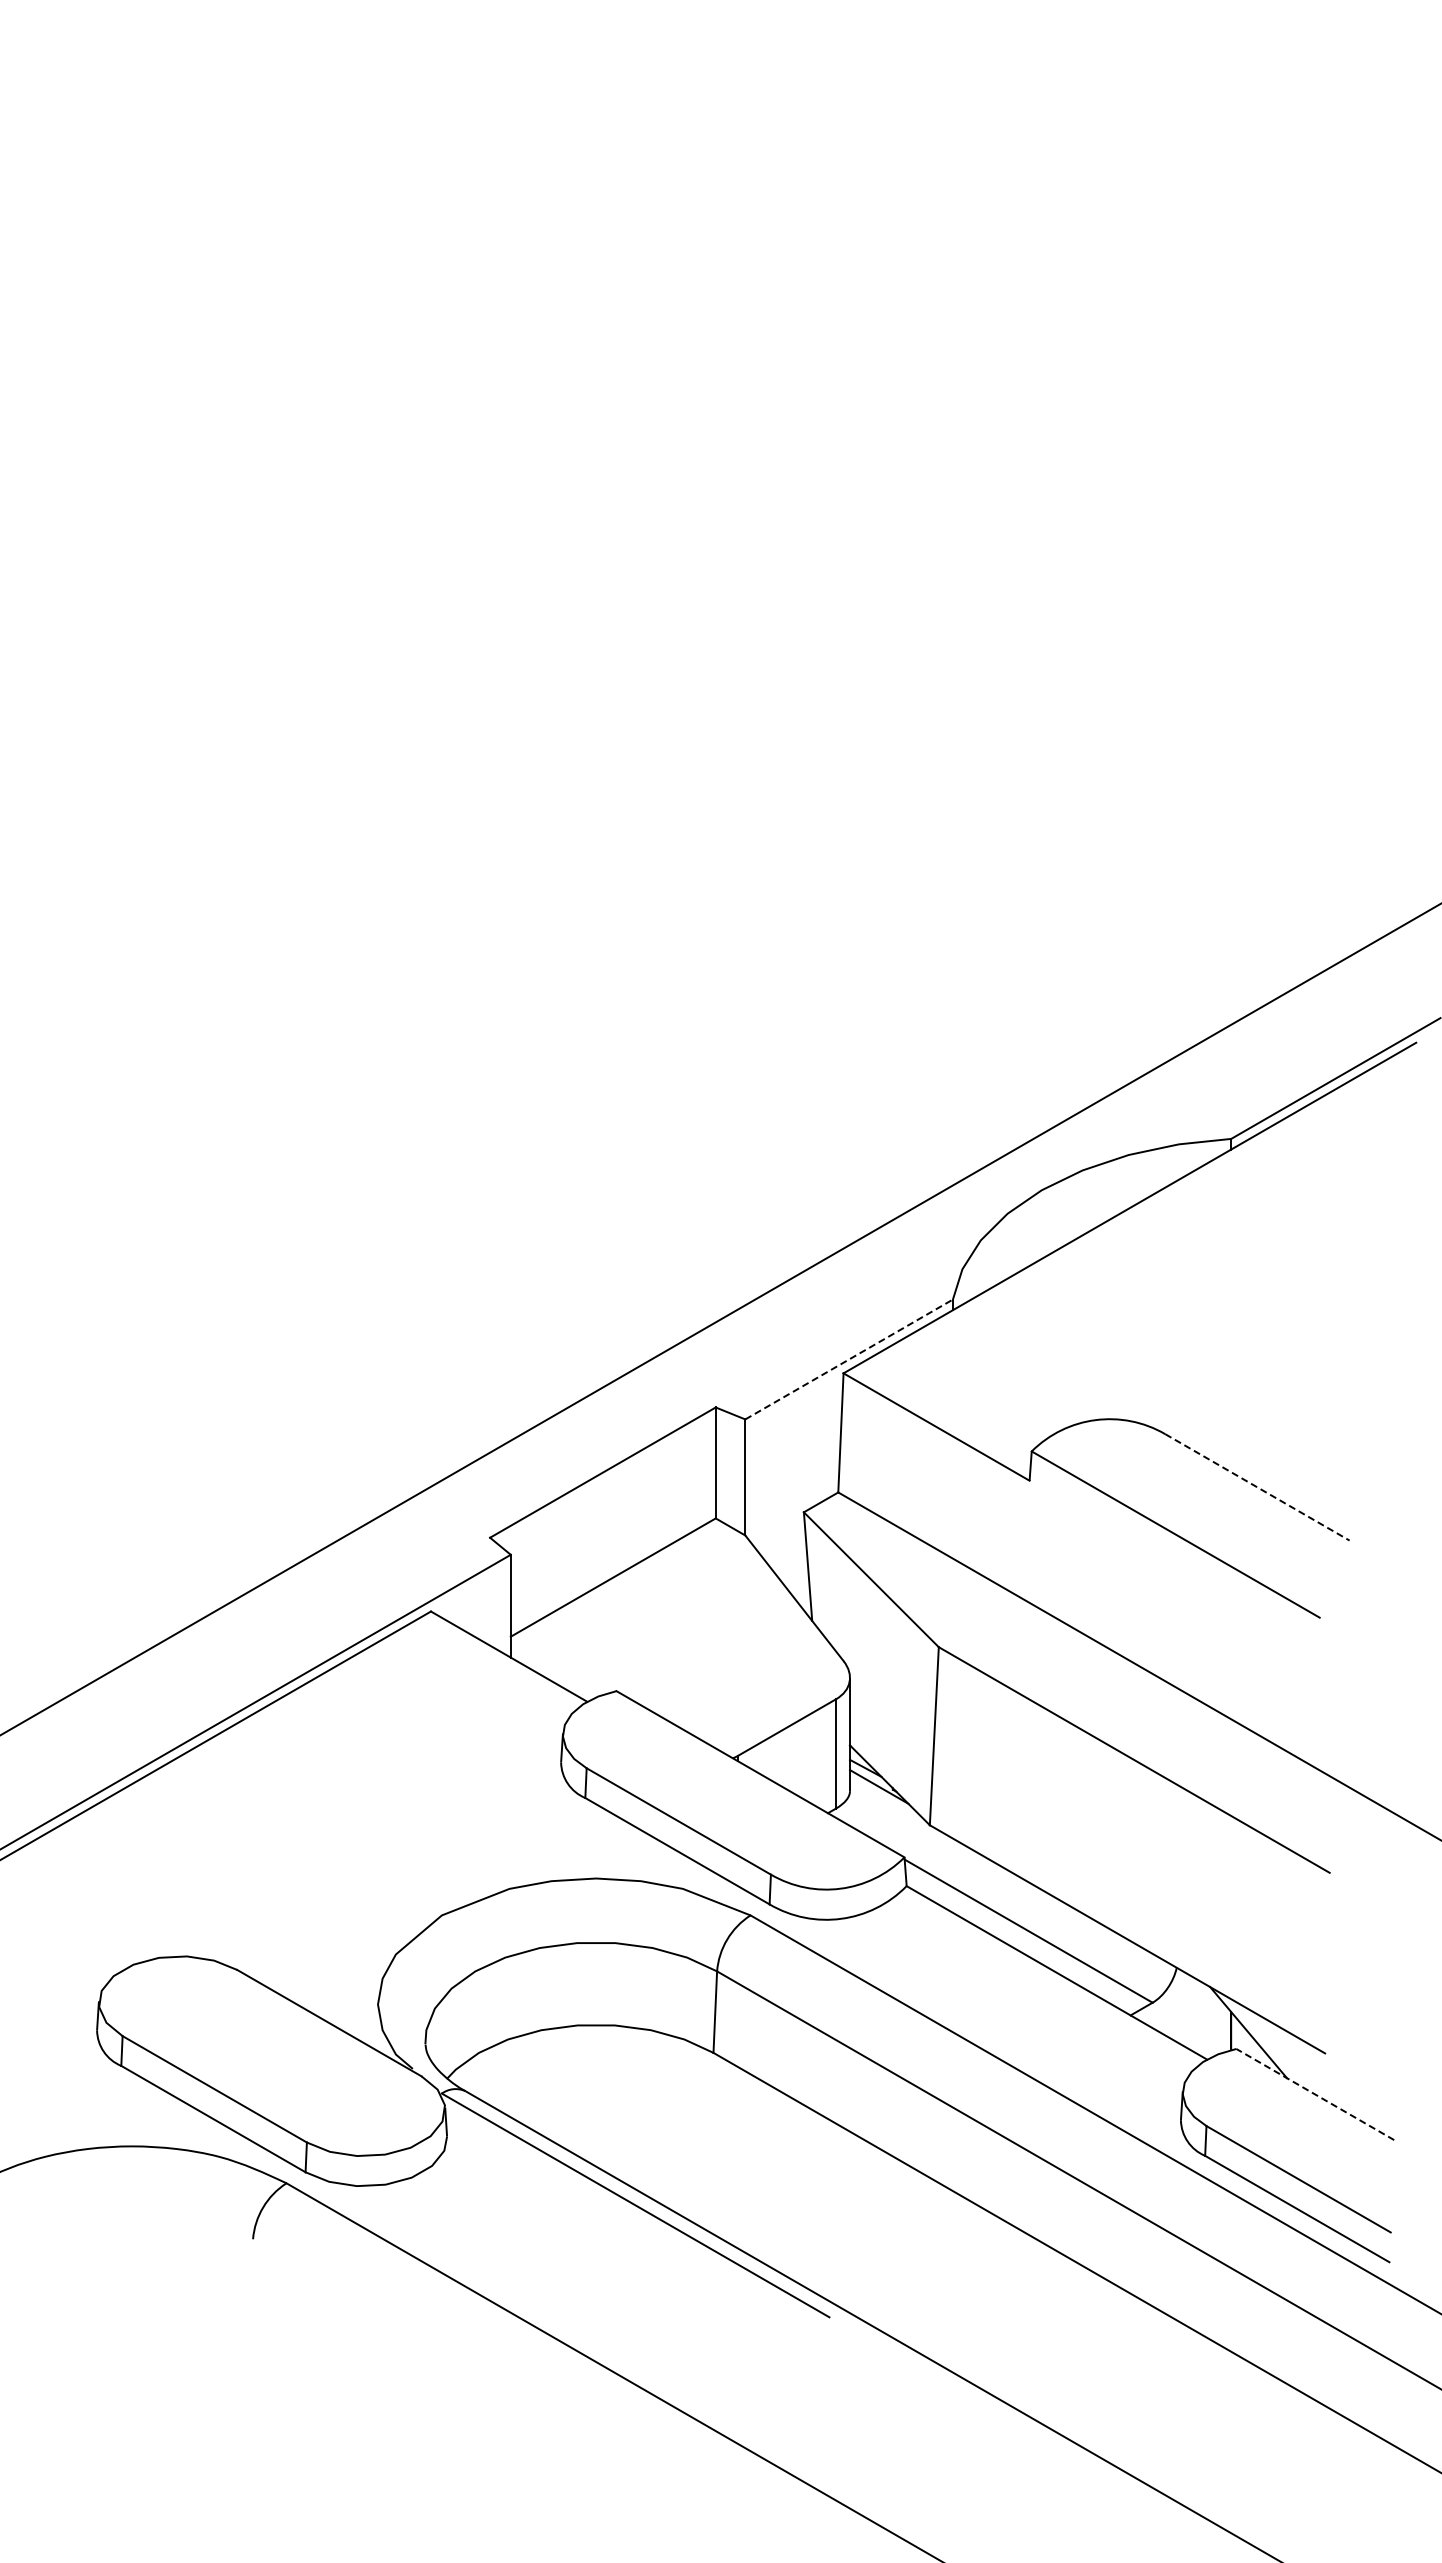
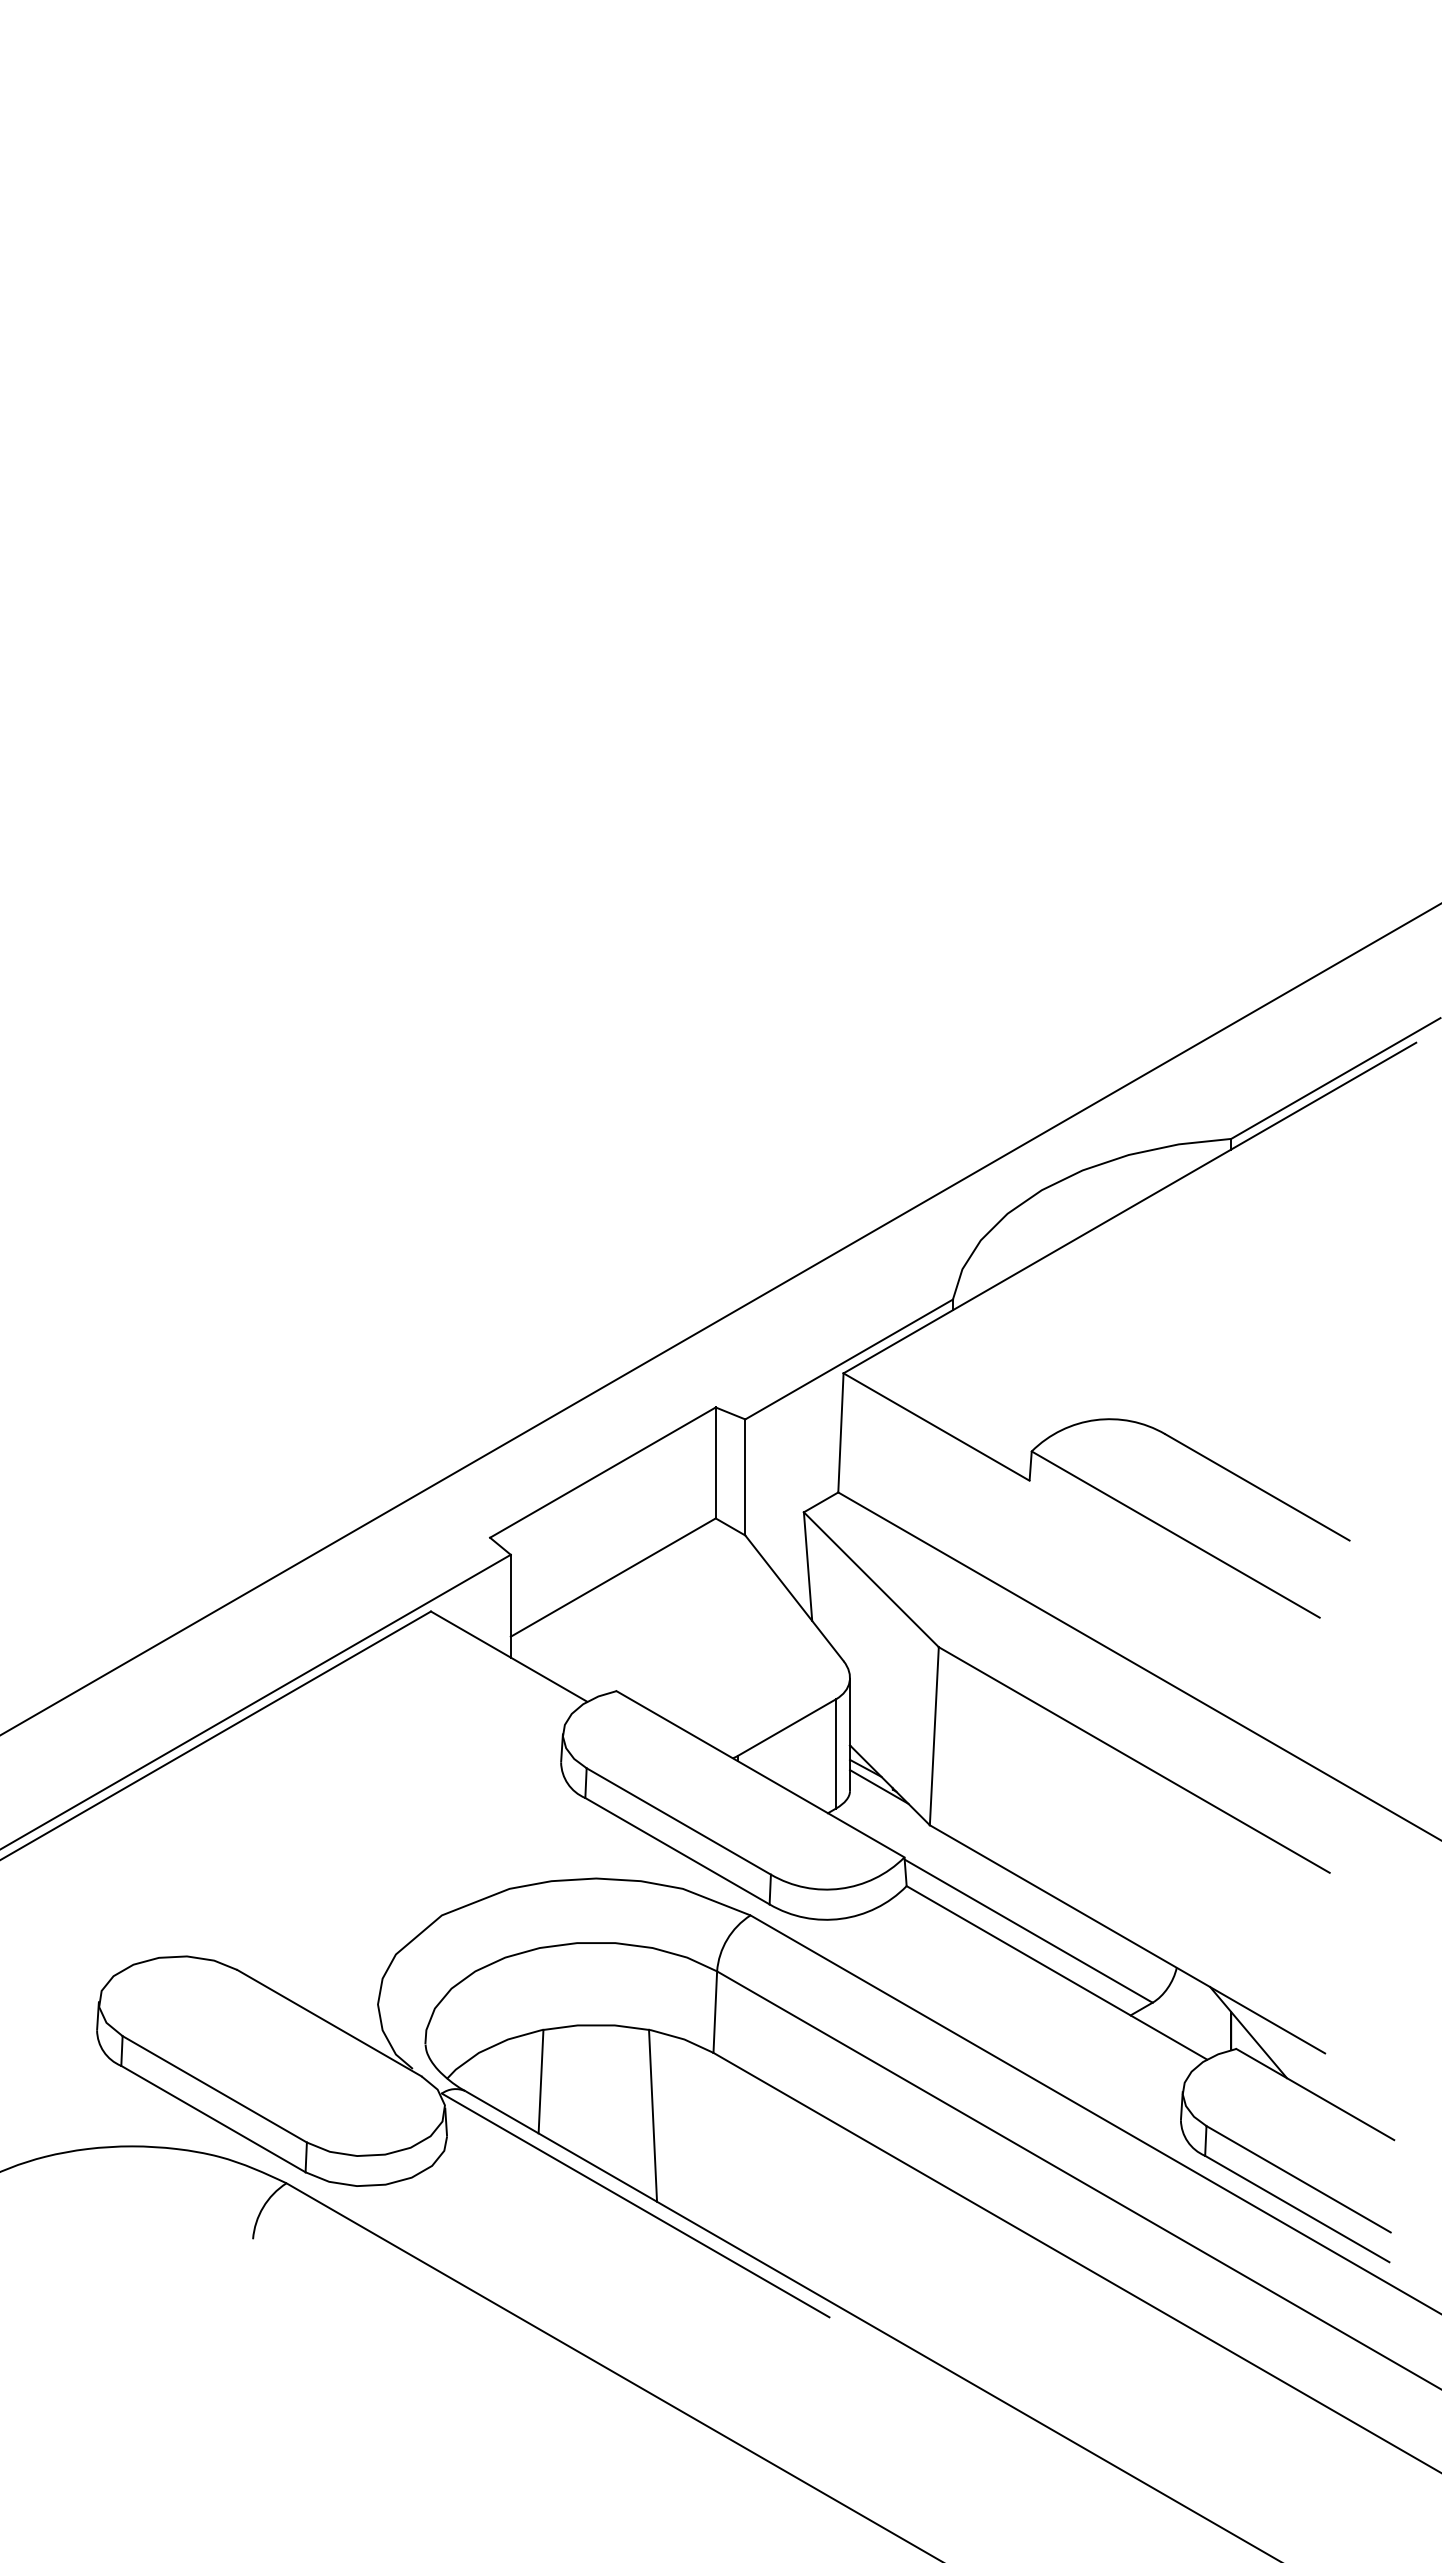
line at (849, 1359): dashed -> solid
line at (1257, 1487): dashed -> solid
line at (540, 2081): none -> present
line at (1314, 2094): dashed -> solid
line at (653, 2115): none -> present
